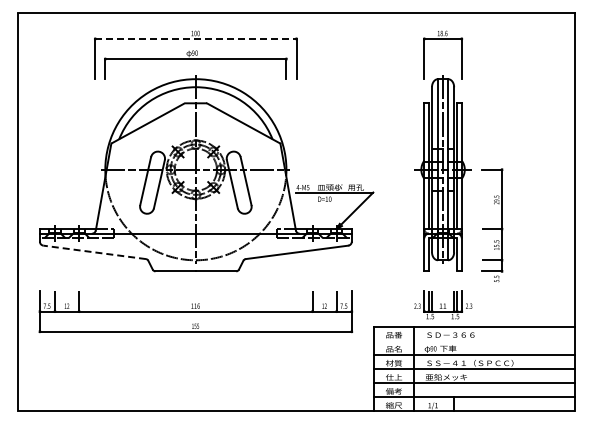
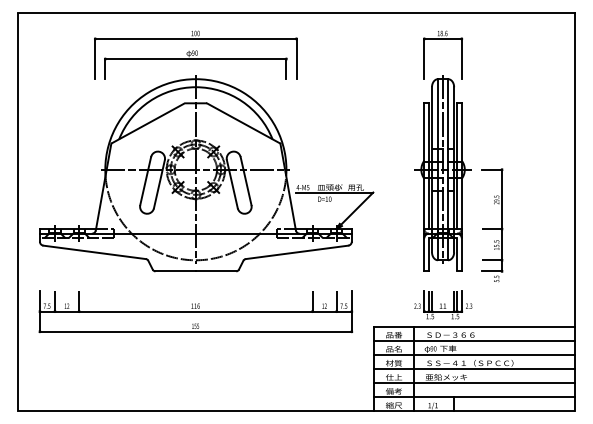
line at (195, 38): dashed -> solid
line at (94, 252): dashed -> solid
line at (474, 340): none -> present
